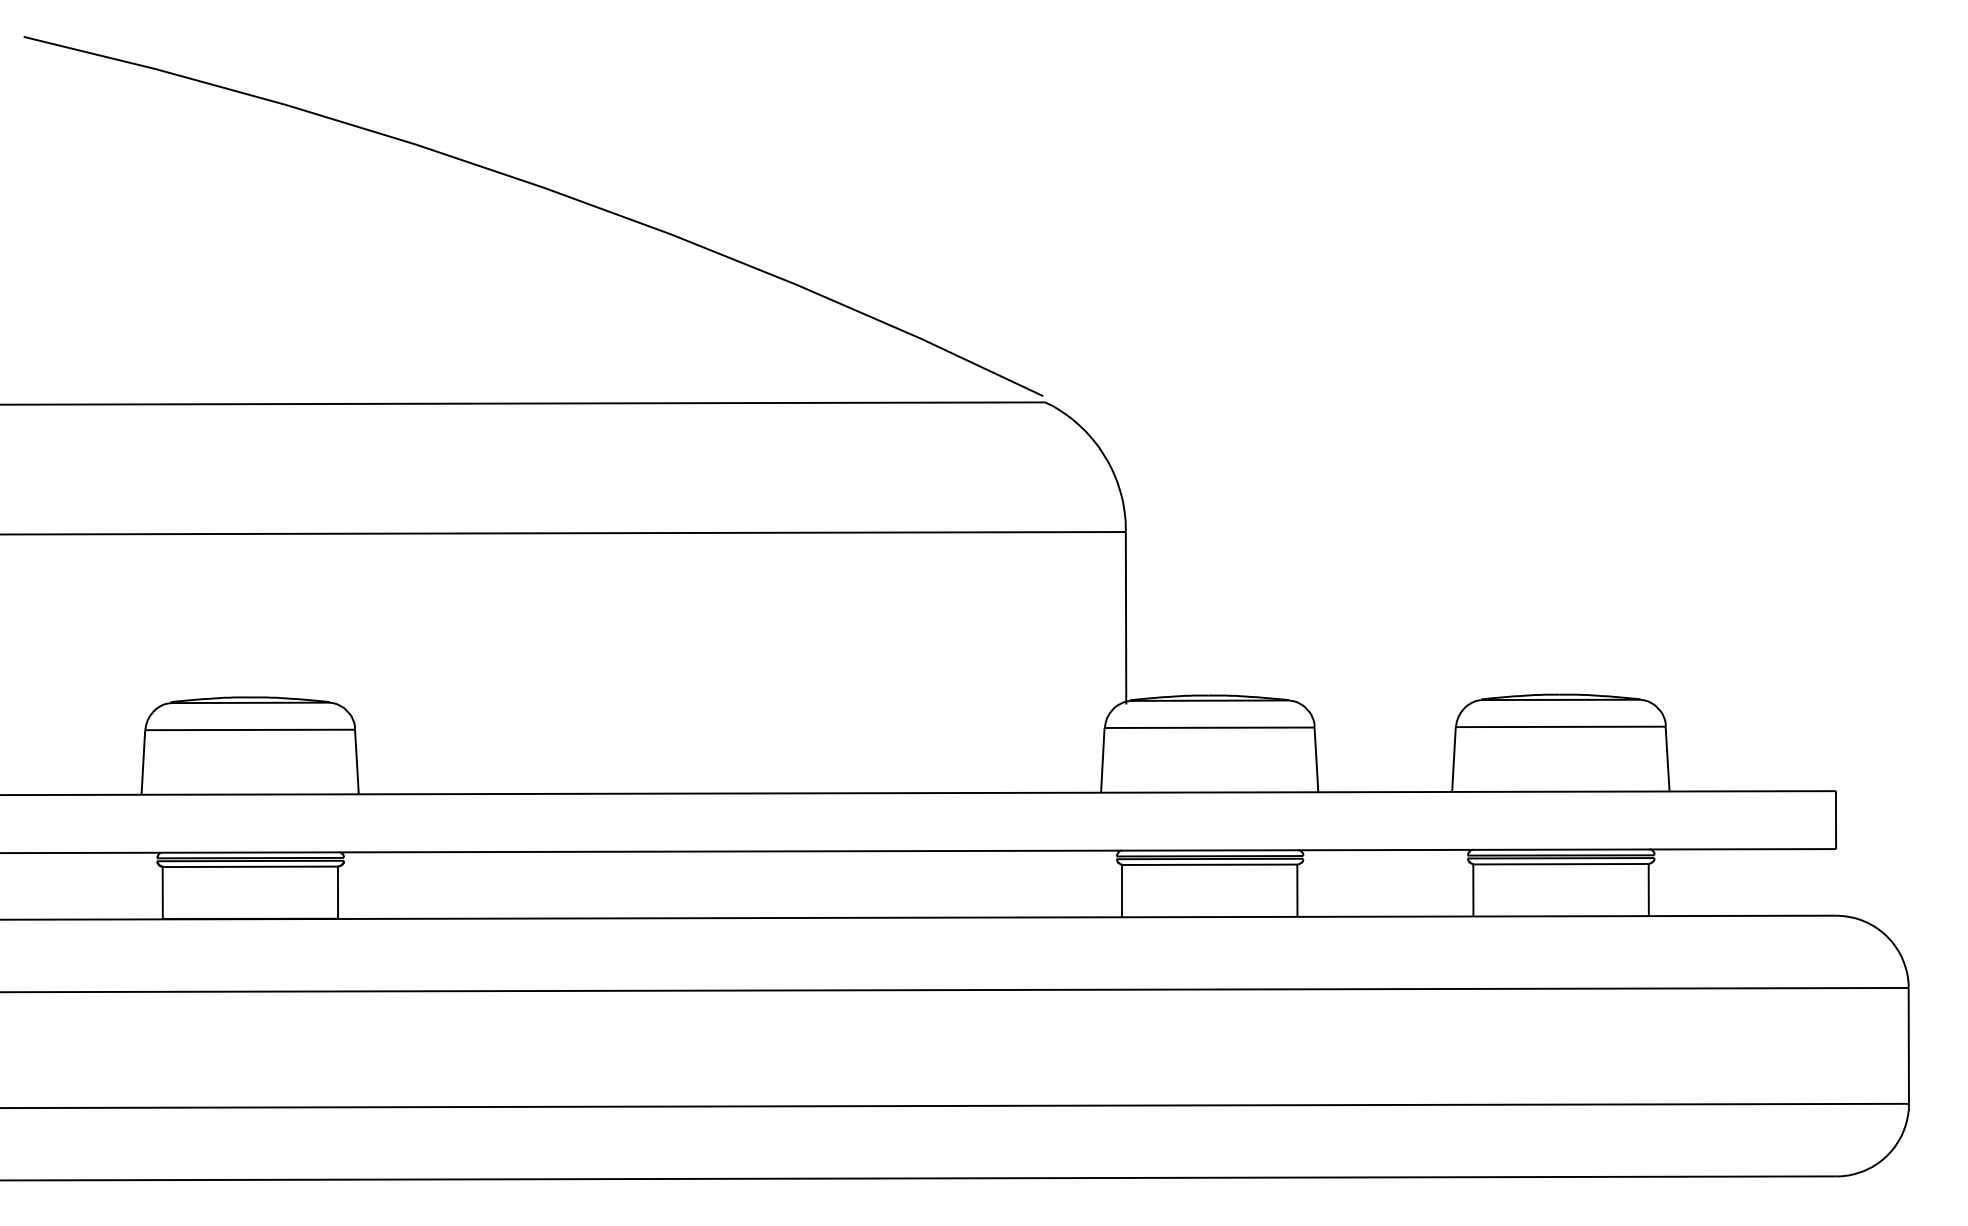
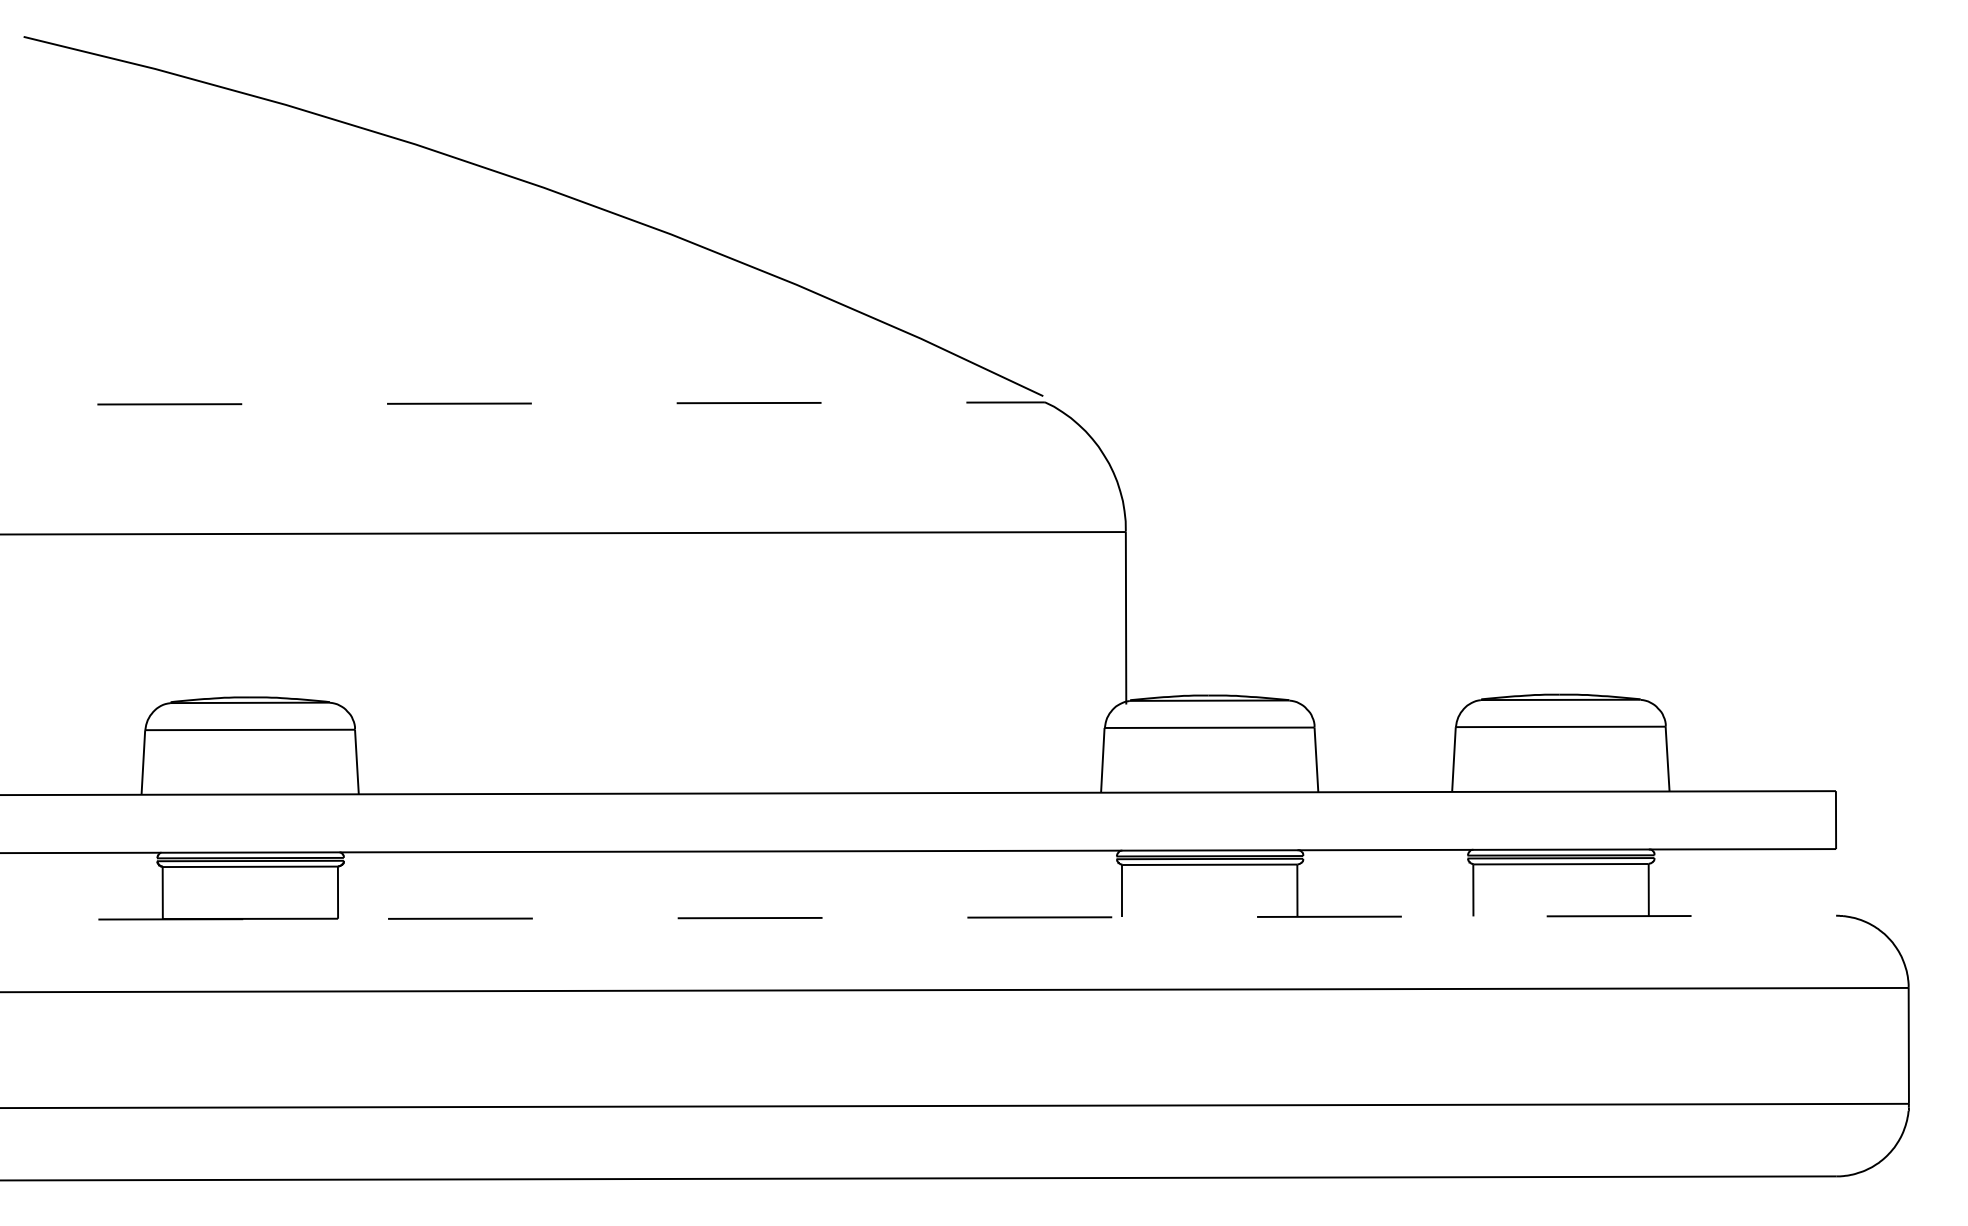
line at (523, 403): solid -> dashed
line at (918, 917): solid -> dashed
